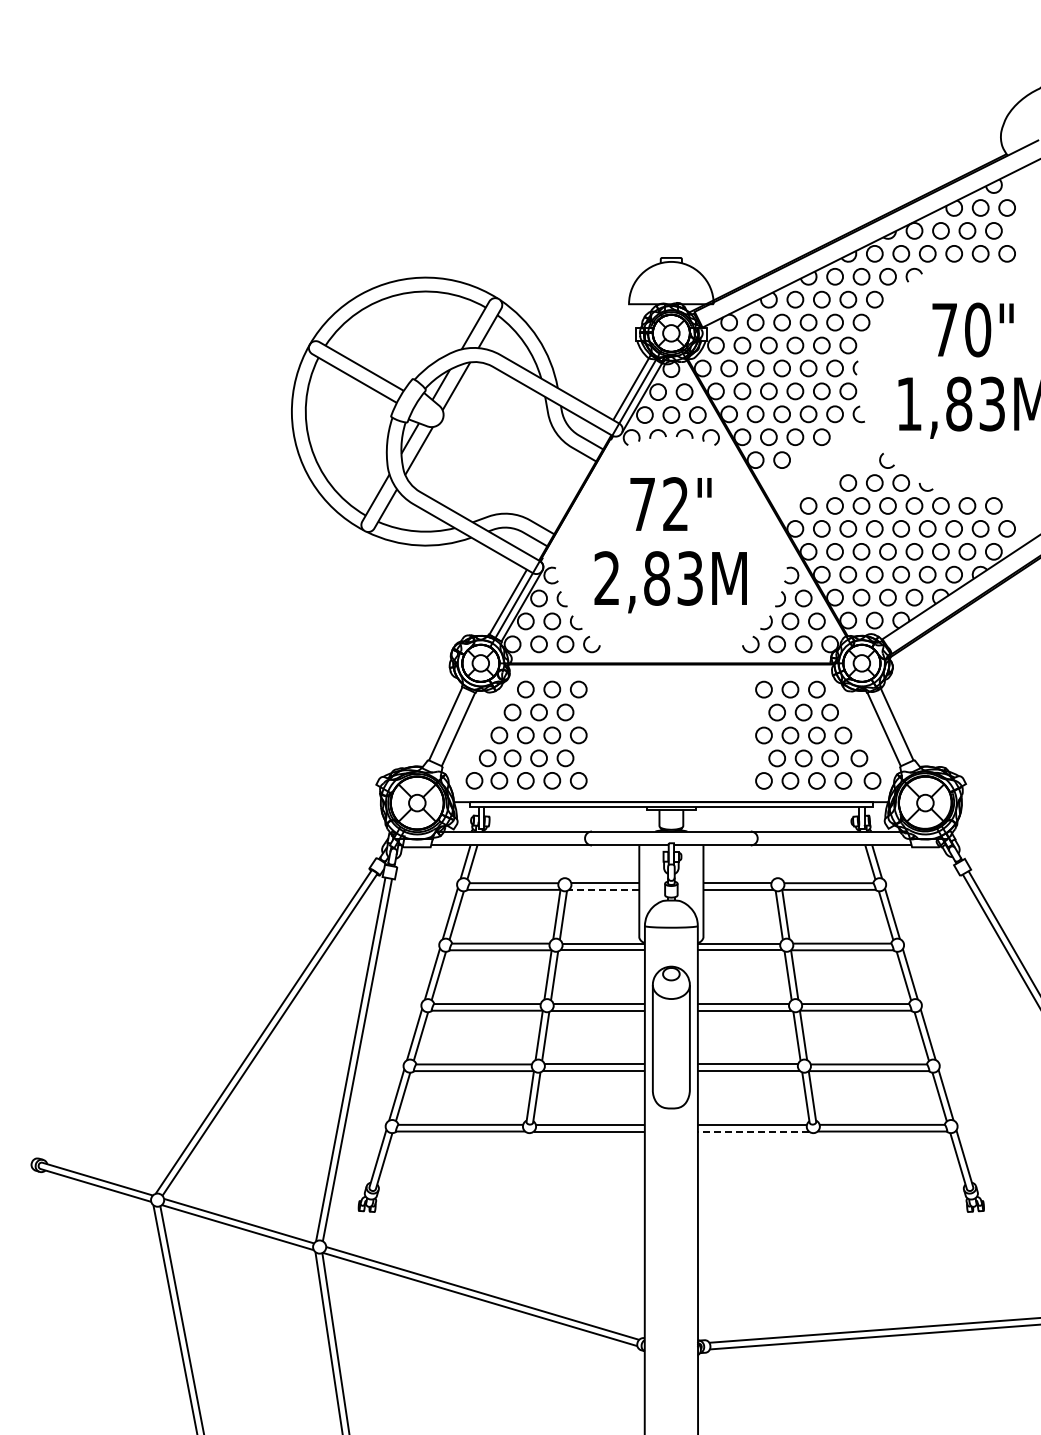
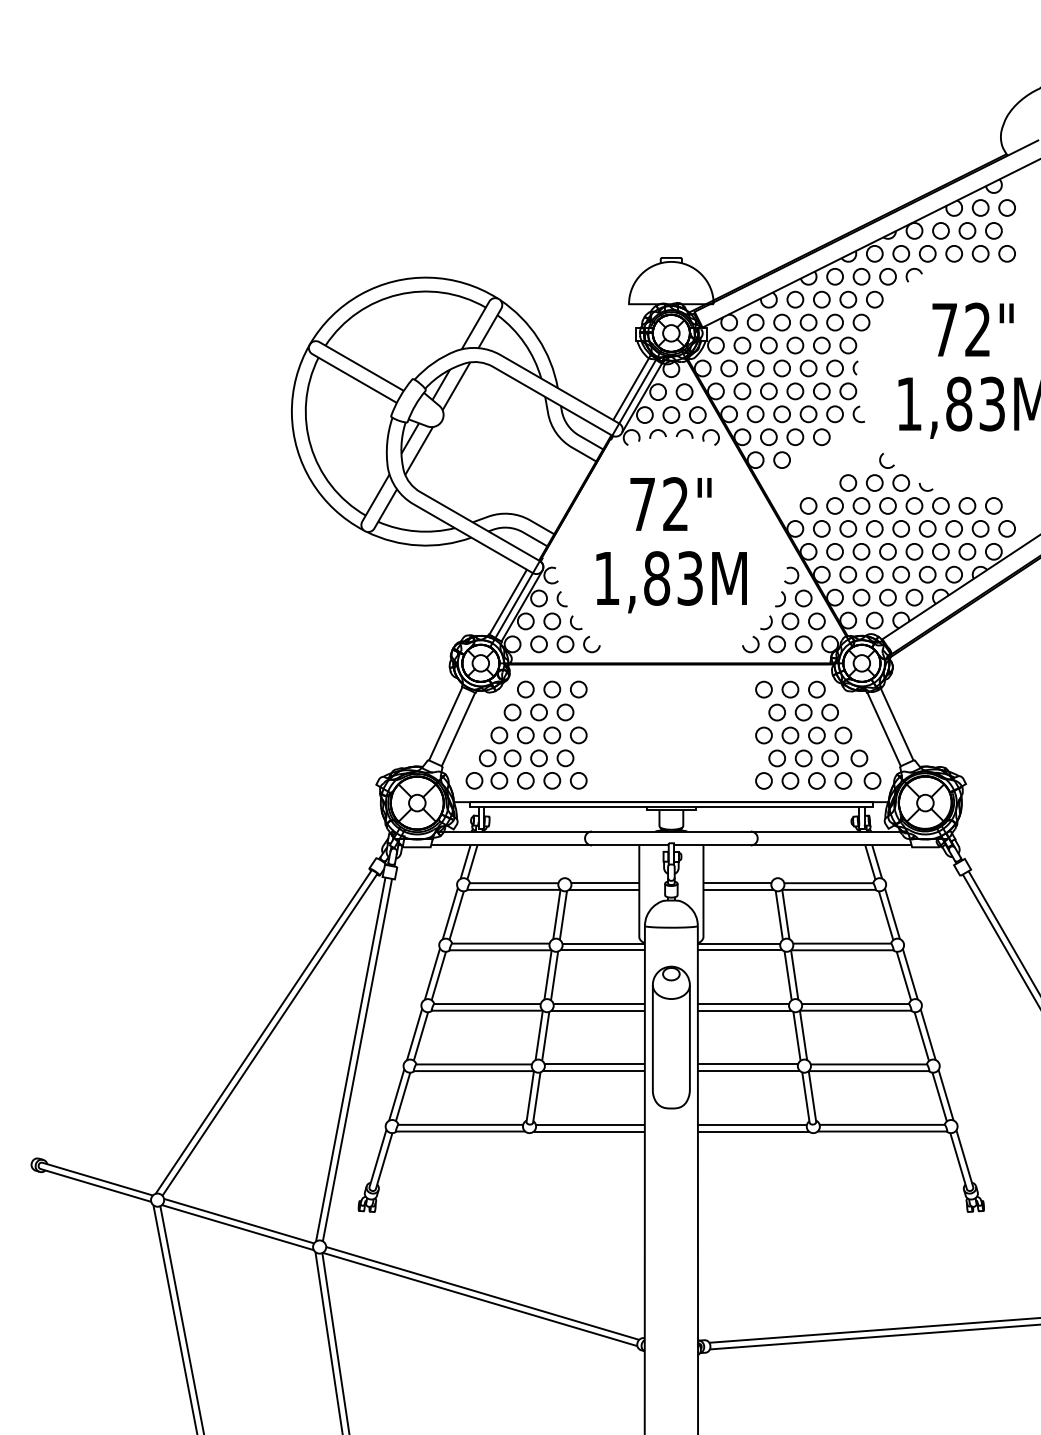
text at (978, 329): 70" -> 72"
text at (606, 577): 2,83M -> 1,83M
line at (603, 889): dashed -> solid
line at (753, 1131): dashed -> solid
